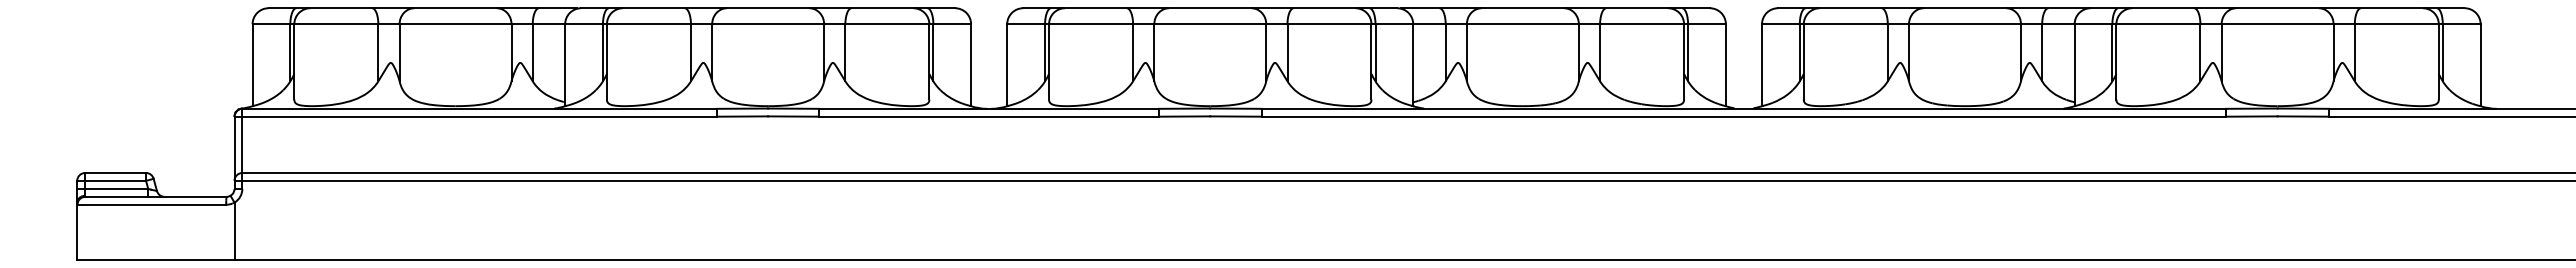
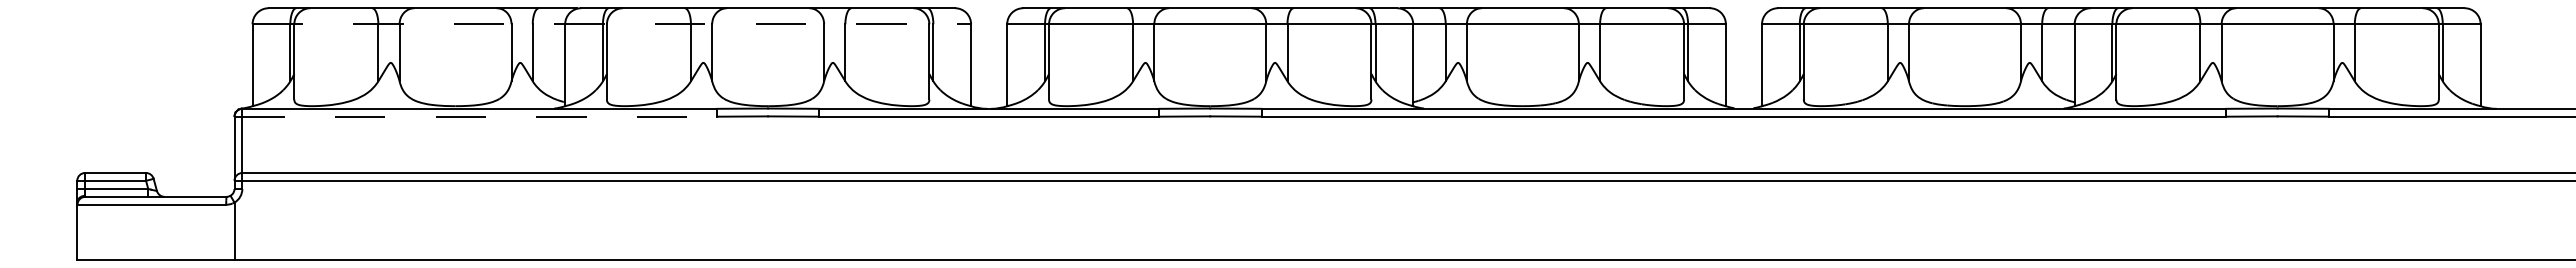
line at (612, 24): solid -> dashed
line at (476, 116): solid -> dashed
